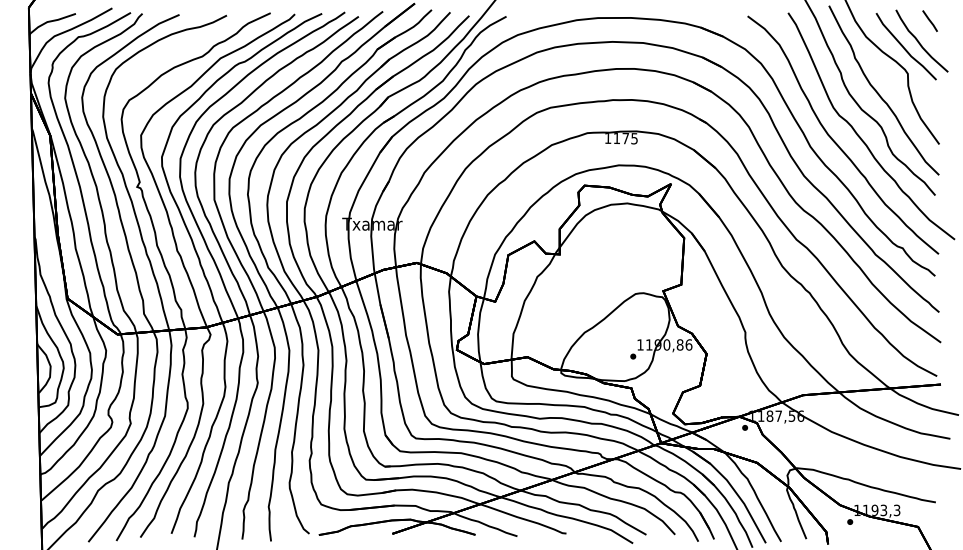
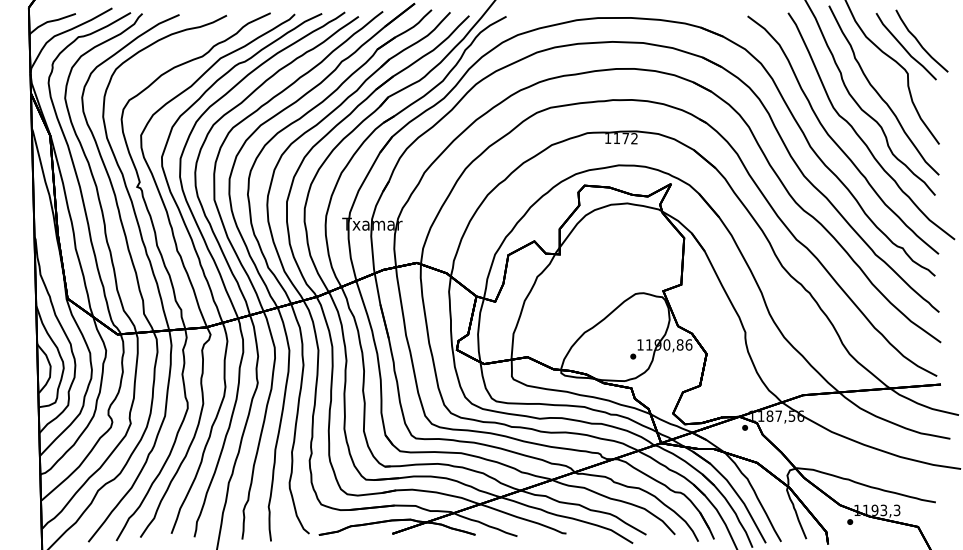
line at (929, 20): present -> none
text at (634, 138): 1175 -> 1172
